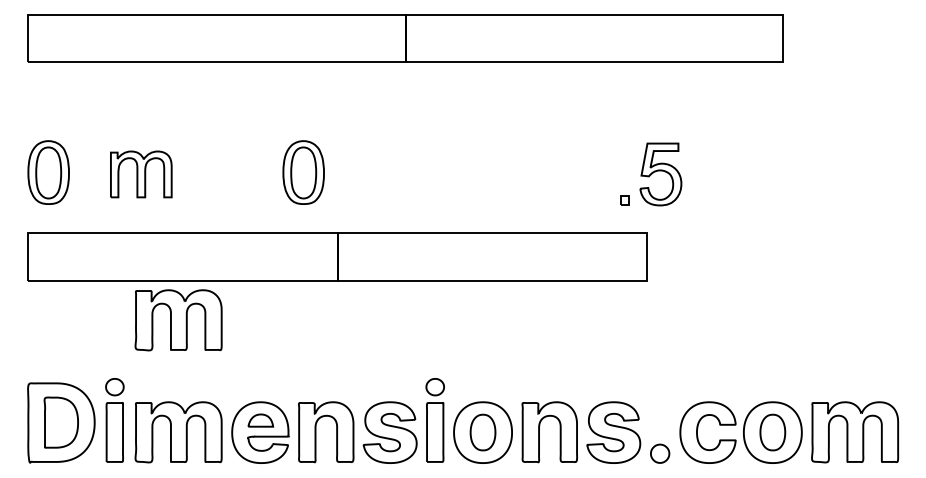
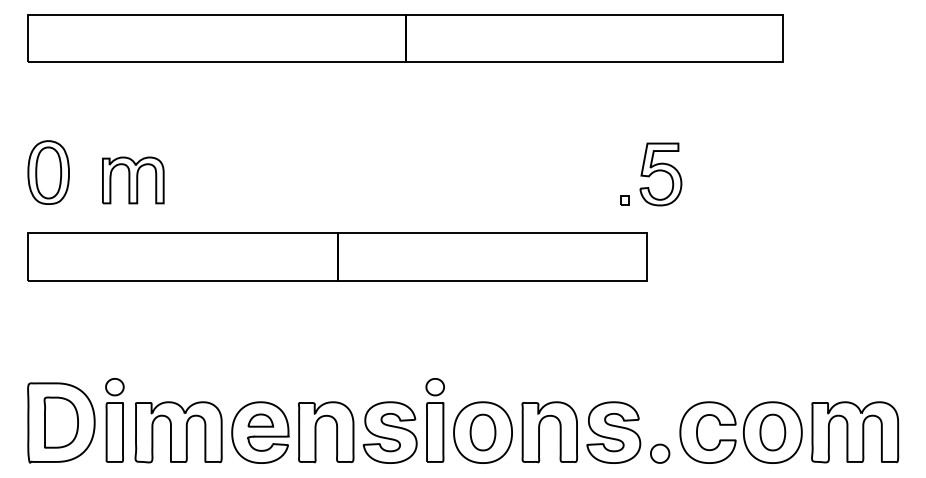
part at (303, 172): present -> none
part at (141, 174) position: (141, 174) -> (133, 180)
part at (178, 320): present -> none
